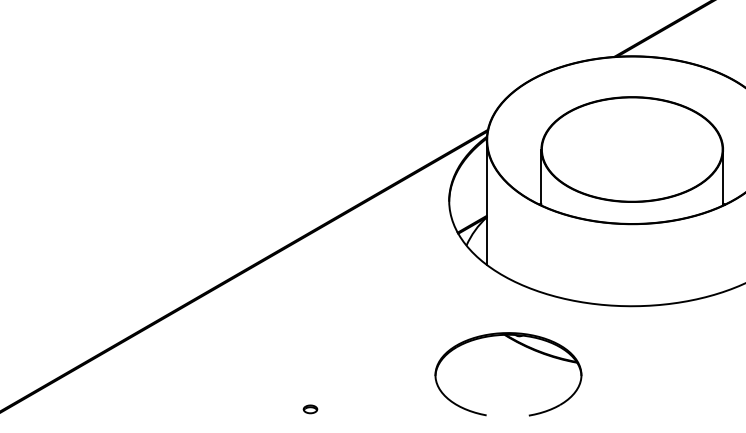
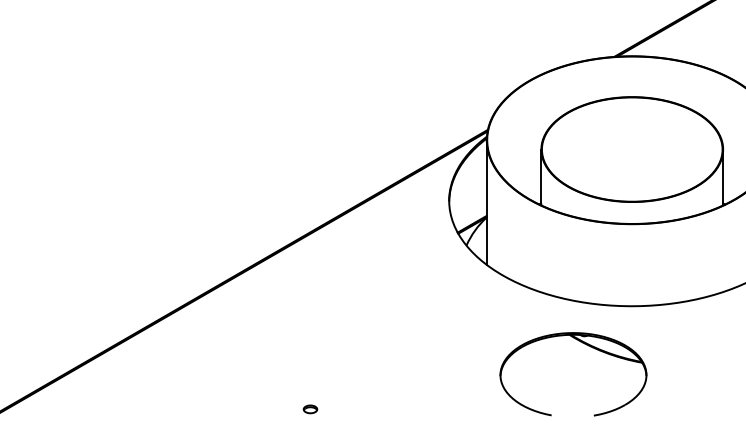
part at (523, 346) position: (523, 346) -> (588, 346)
